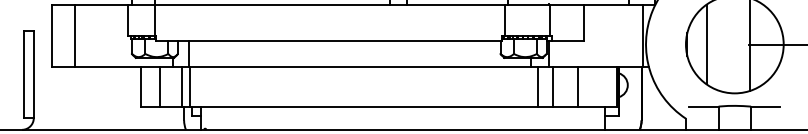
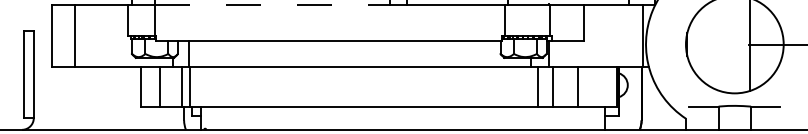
line at (272, 5): solid -> dashed
line at (706, 44): present -> none
